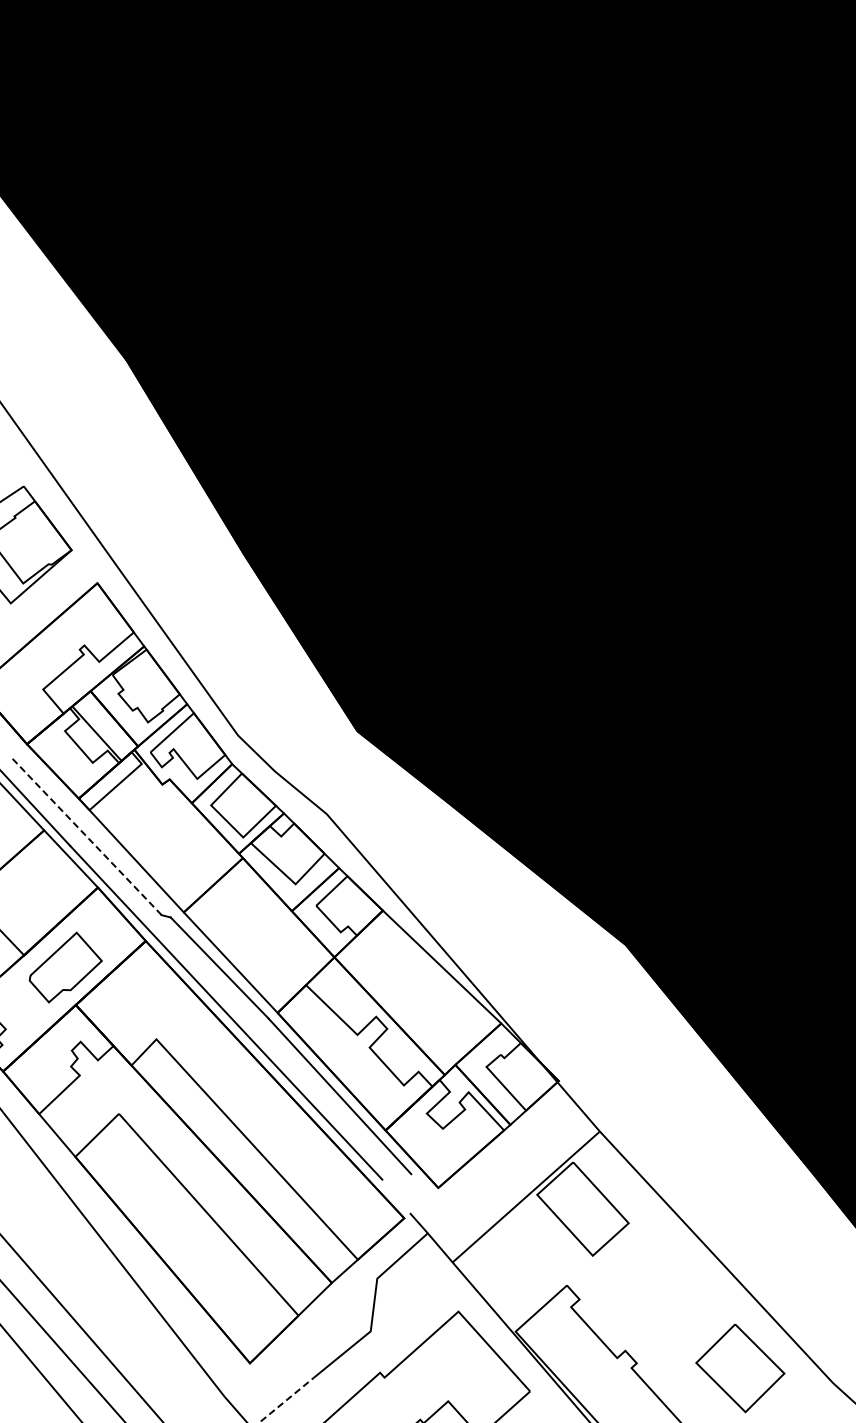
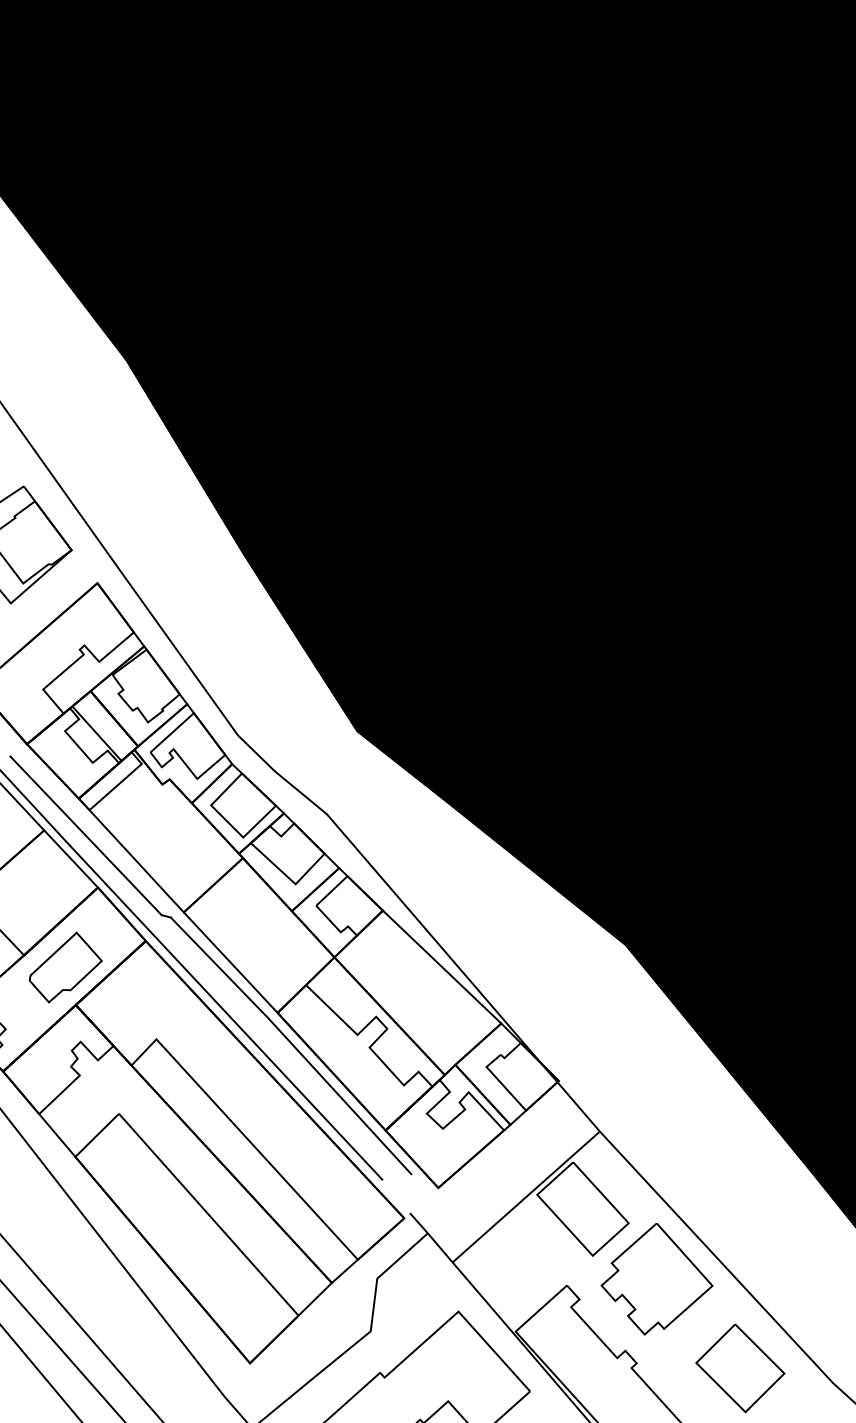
line at (86, 835): dashed -> solid
part at (656, 1279): none -> present
line at (286, 1399): dashed -> solid
